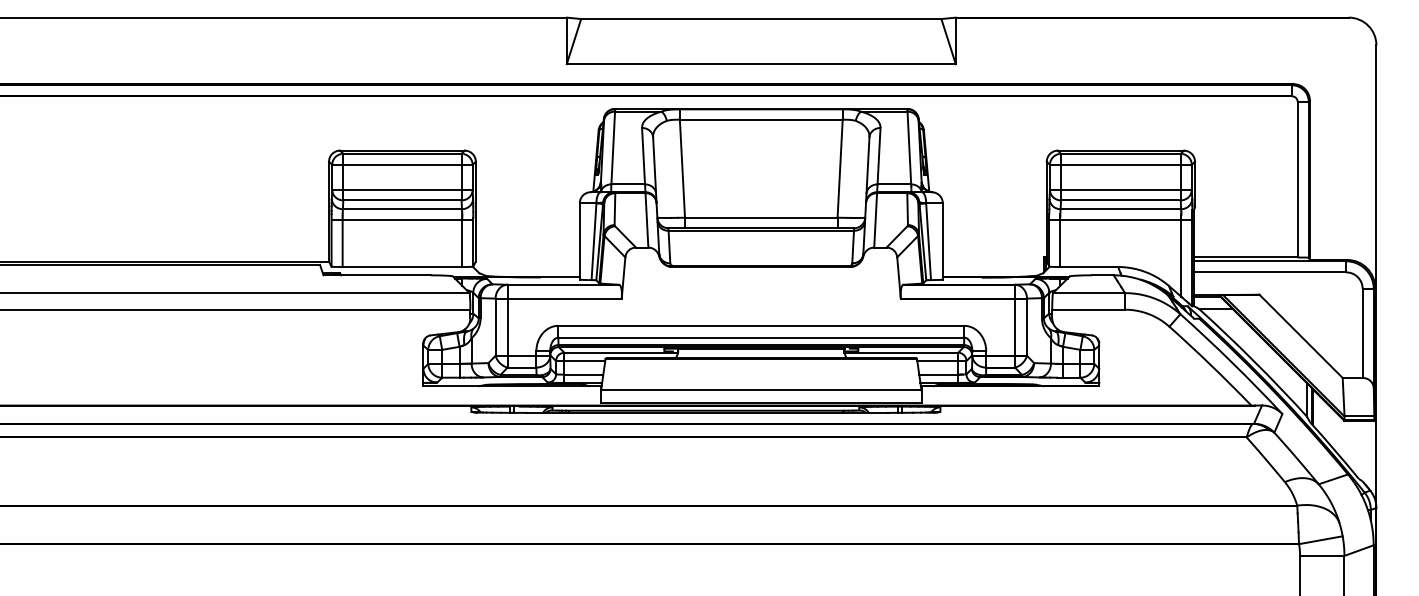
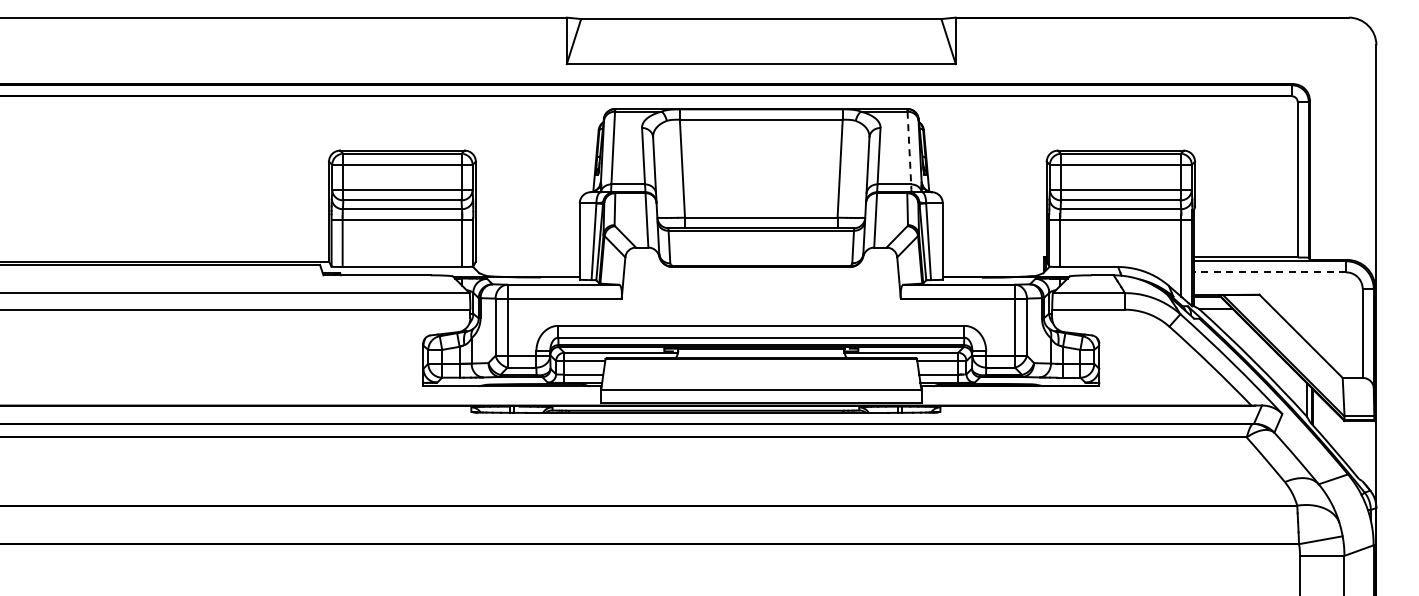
line at (909, 149): solid -> dashed
line at (1269, 272): solid -> dashed
